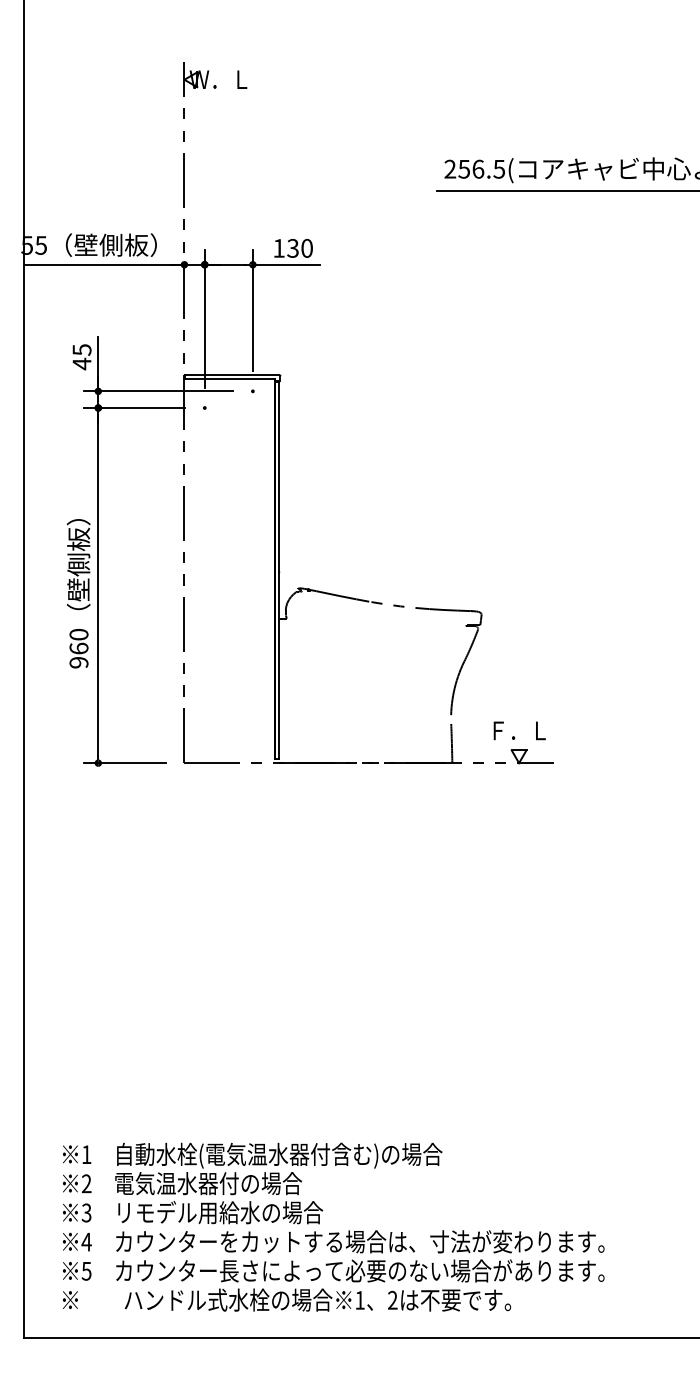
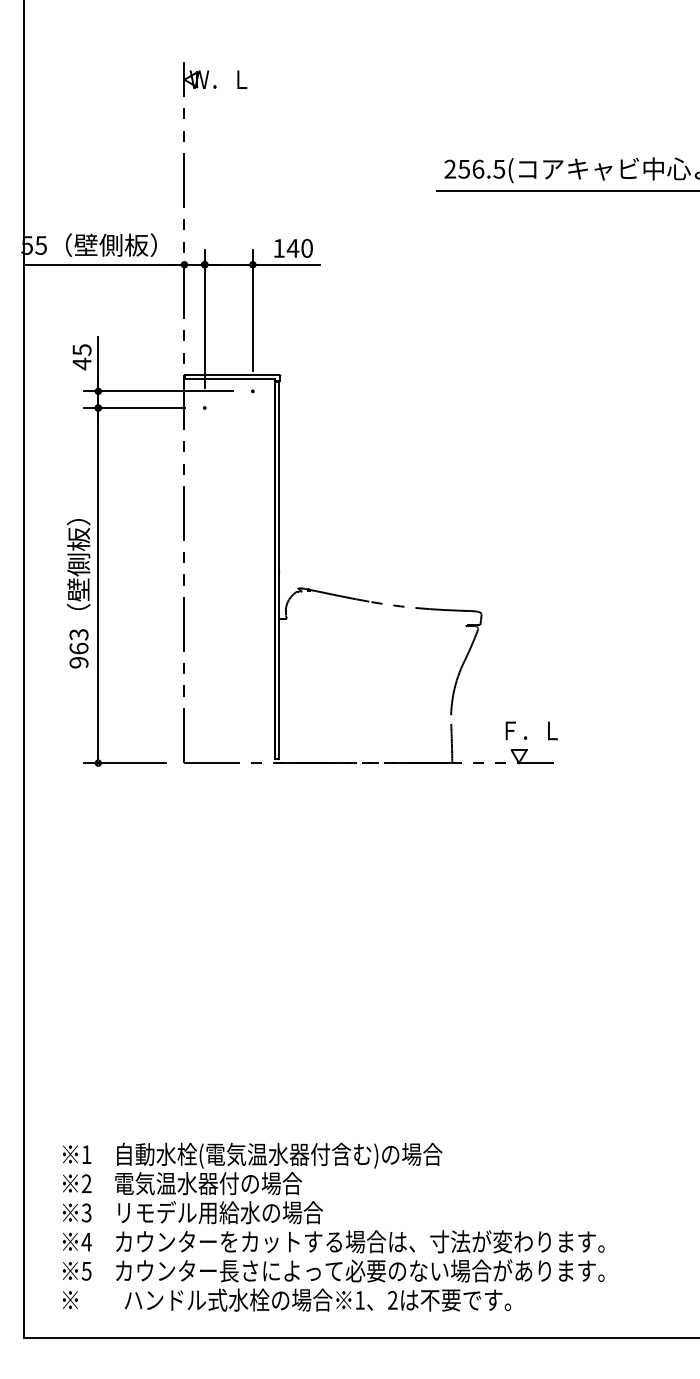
text at (292, 247): 130 -> 140
text at (78, 634): 960 -> 963
text at (519, 730) position: (519, 730) -> (531, 730)
